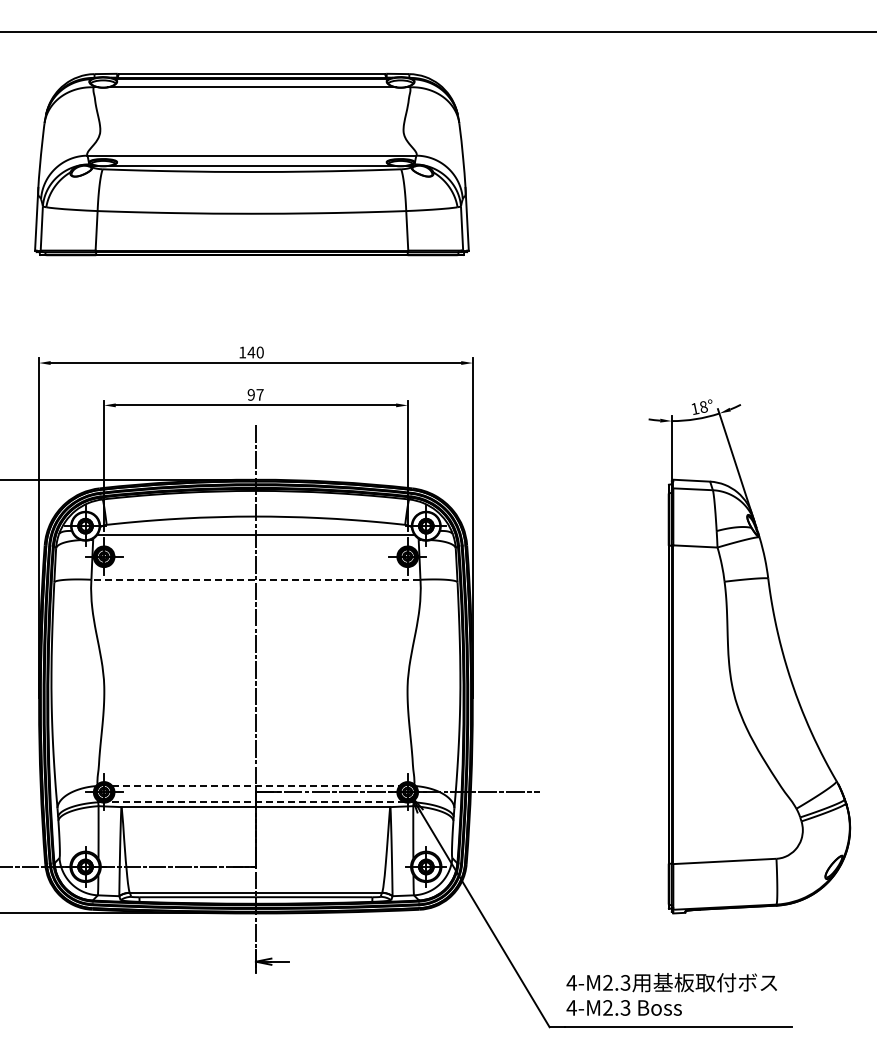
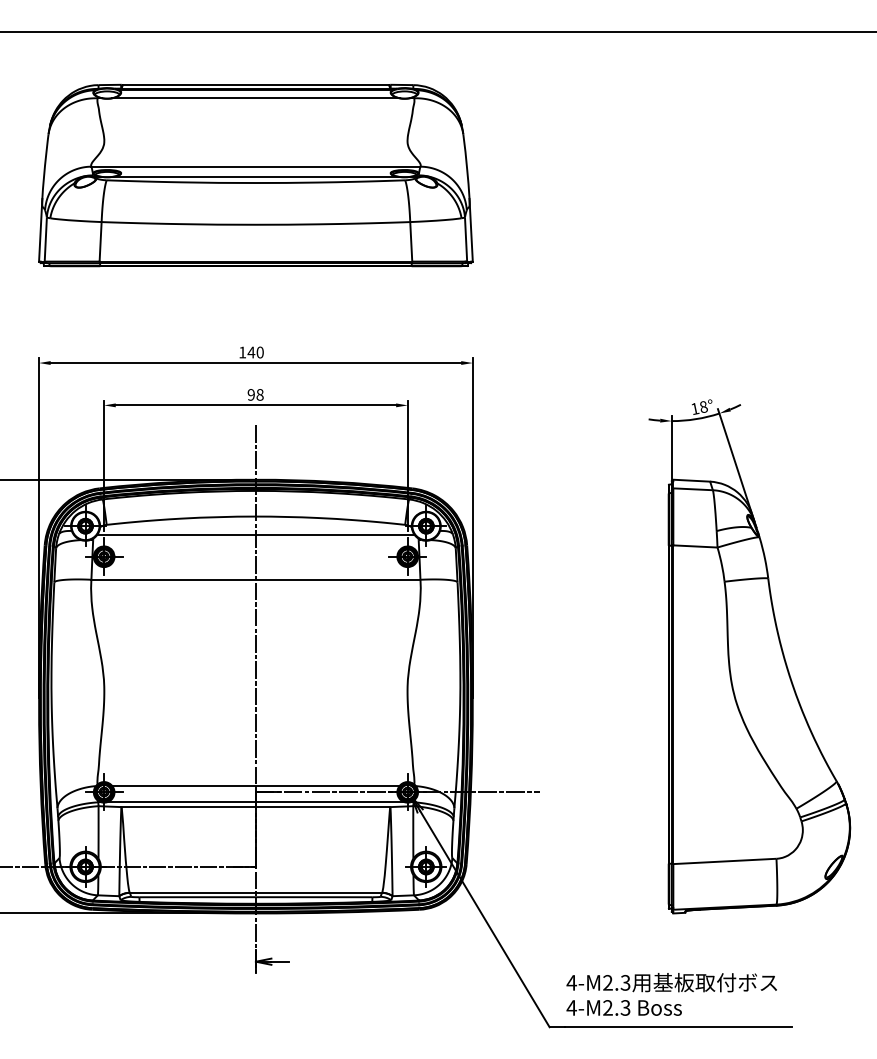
part at (251, 164) position: (251, 164) -> (255, 175)
text at (259, 394): 97 -> 98
line at (255, 579): dashed -> solid
line at (255, 785): dashed -> solid
line at (255, 802): dashed -> solid
